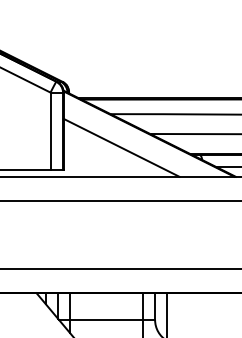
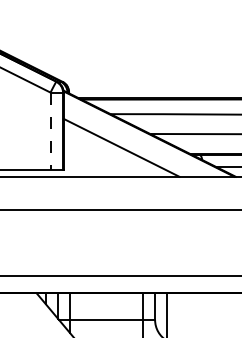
line at (50, 131): solid -> dashed
line at (120, 201) position: (120, 201) -> (120, 210)
line at (120, 268) position: (120, 268) -> (120, 275)
